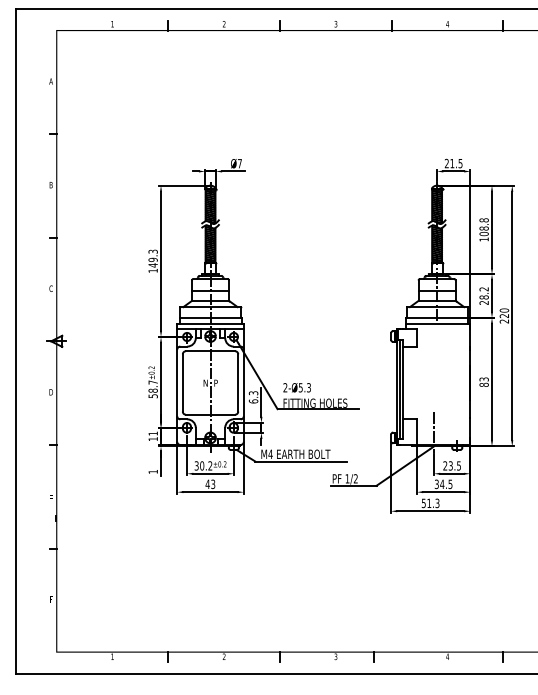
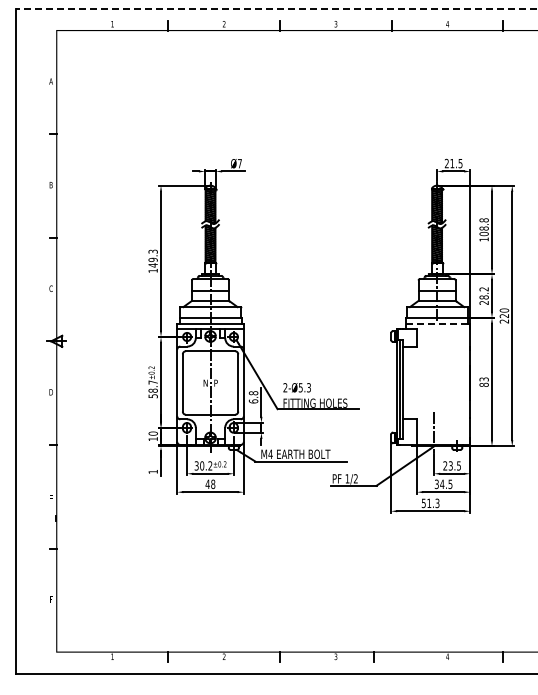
line at (276, 8): solid -> dashed
line at (437, 324): solid -> dashed
text at (253, 393): 6.3 -> 6.8
text at (152, 433): 11 -> 10
text at (213, 484): 43 -> 48
